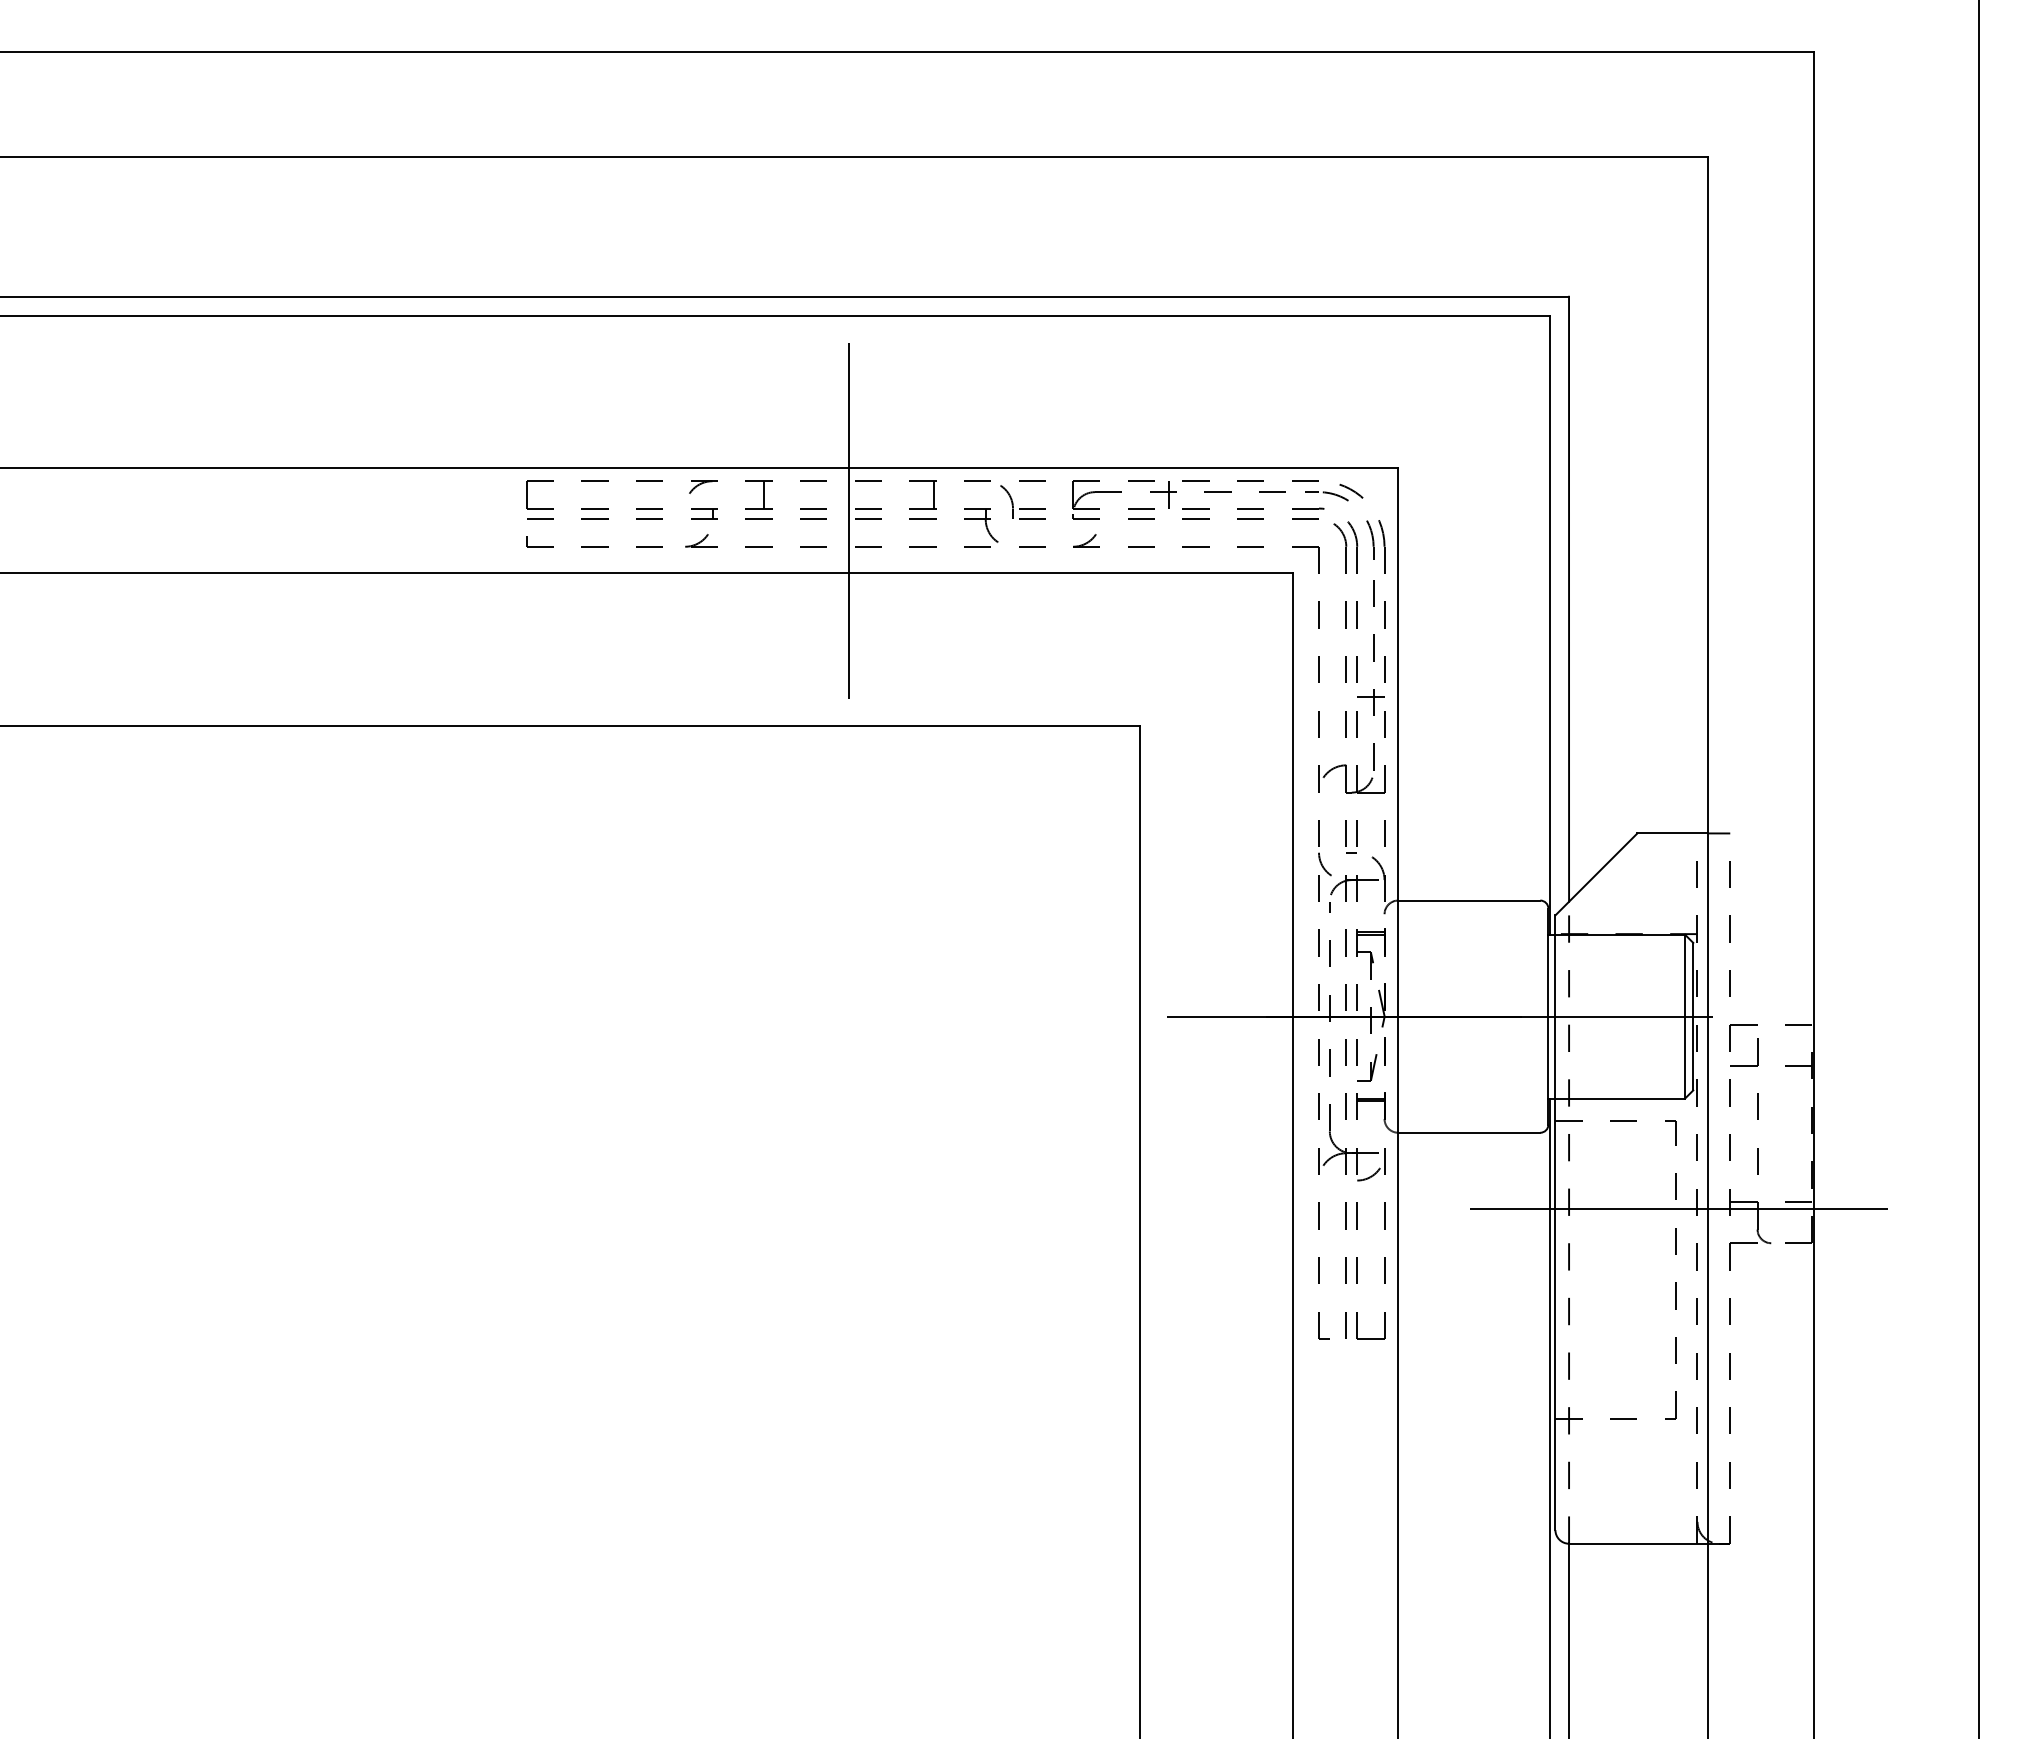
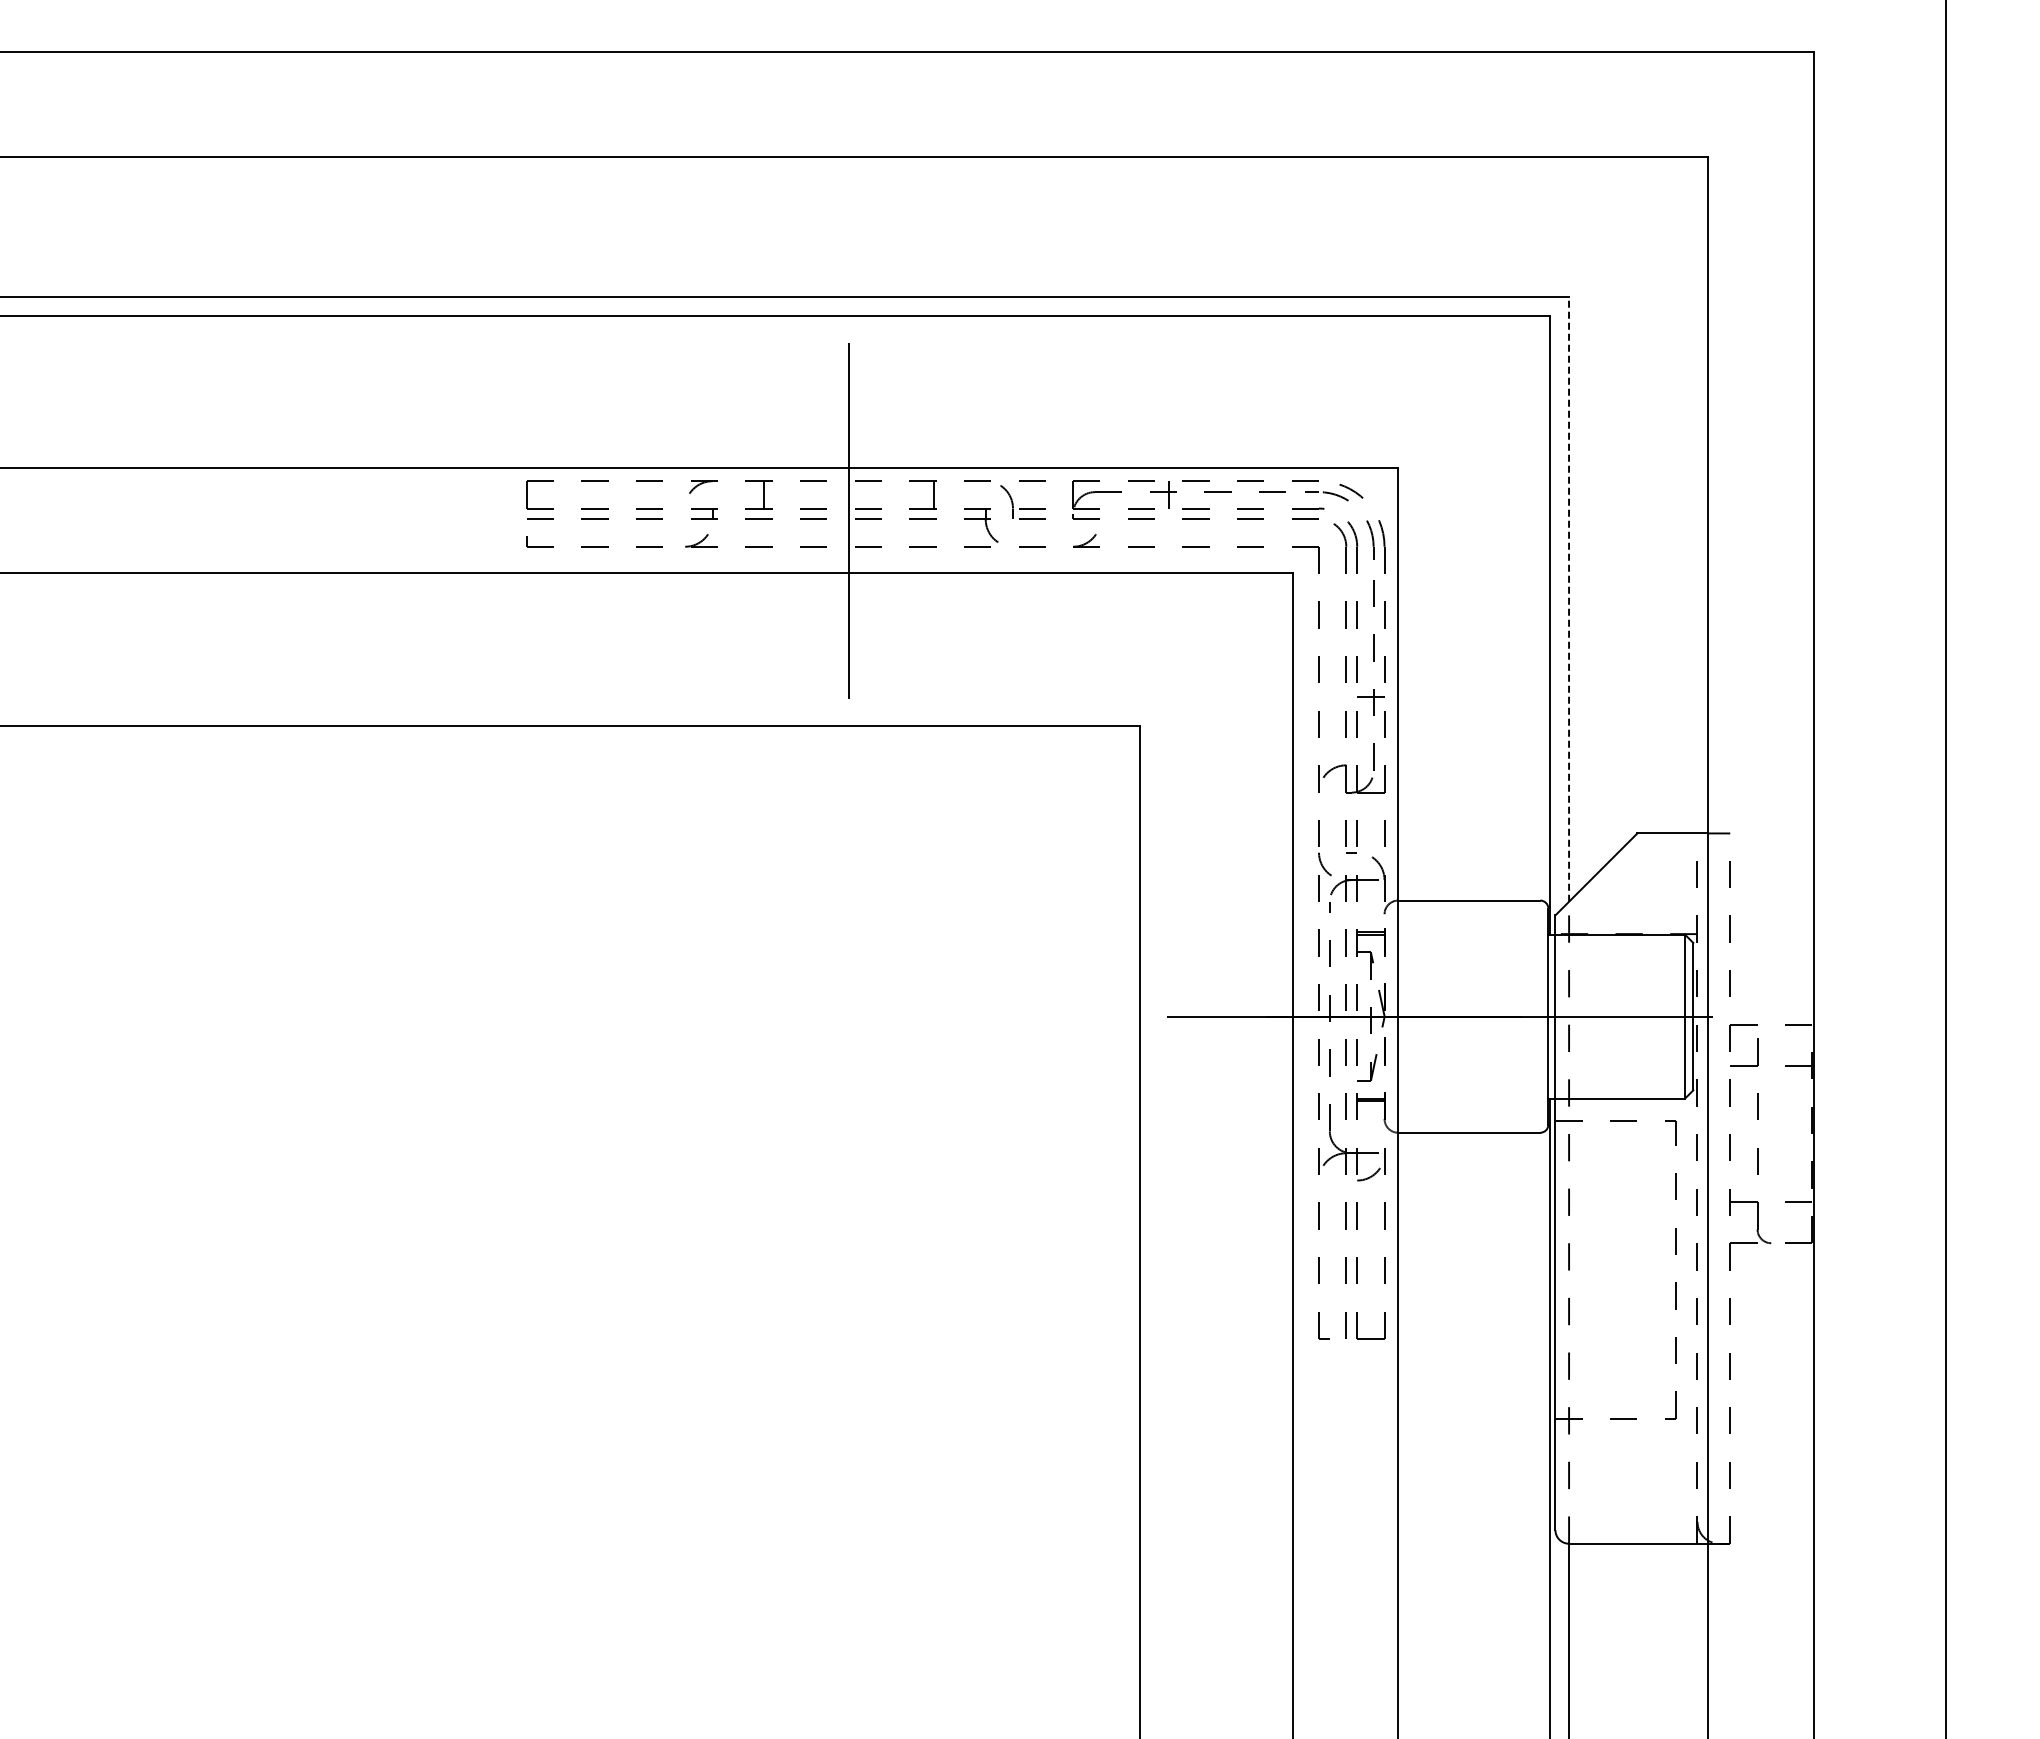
line at (1569, 598): solid -> dashed
line at (1978, 868) position: (1978, 868) -> (1945, 868)
line at (1678, 1209): present -> none
